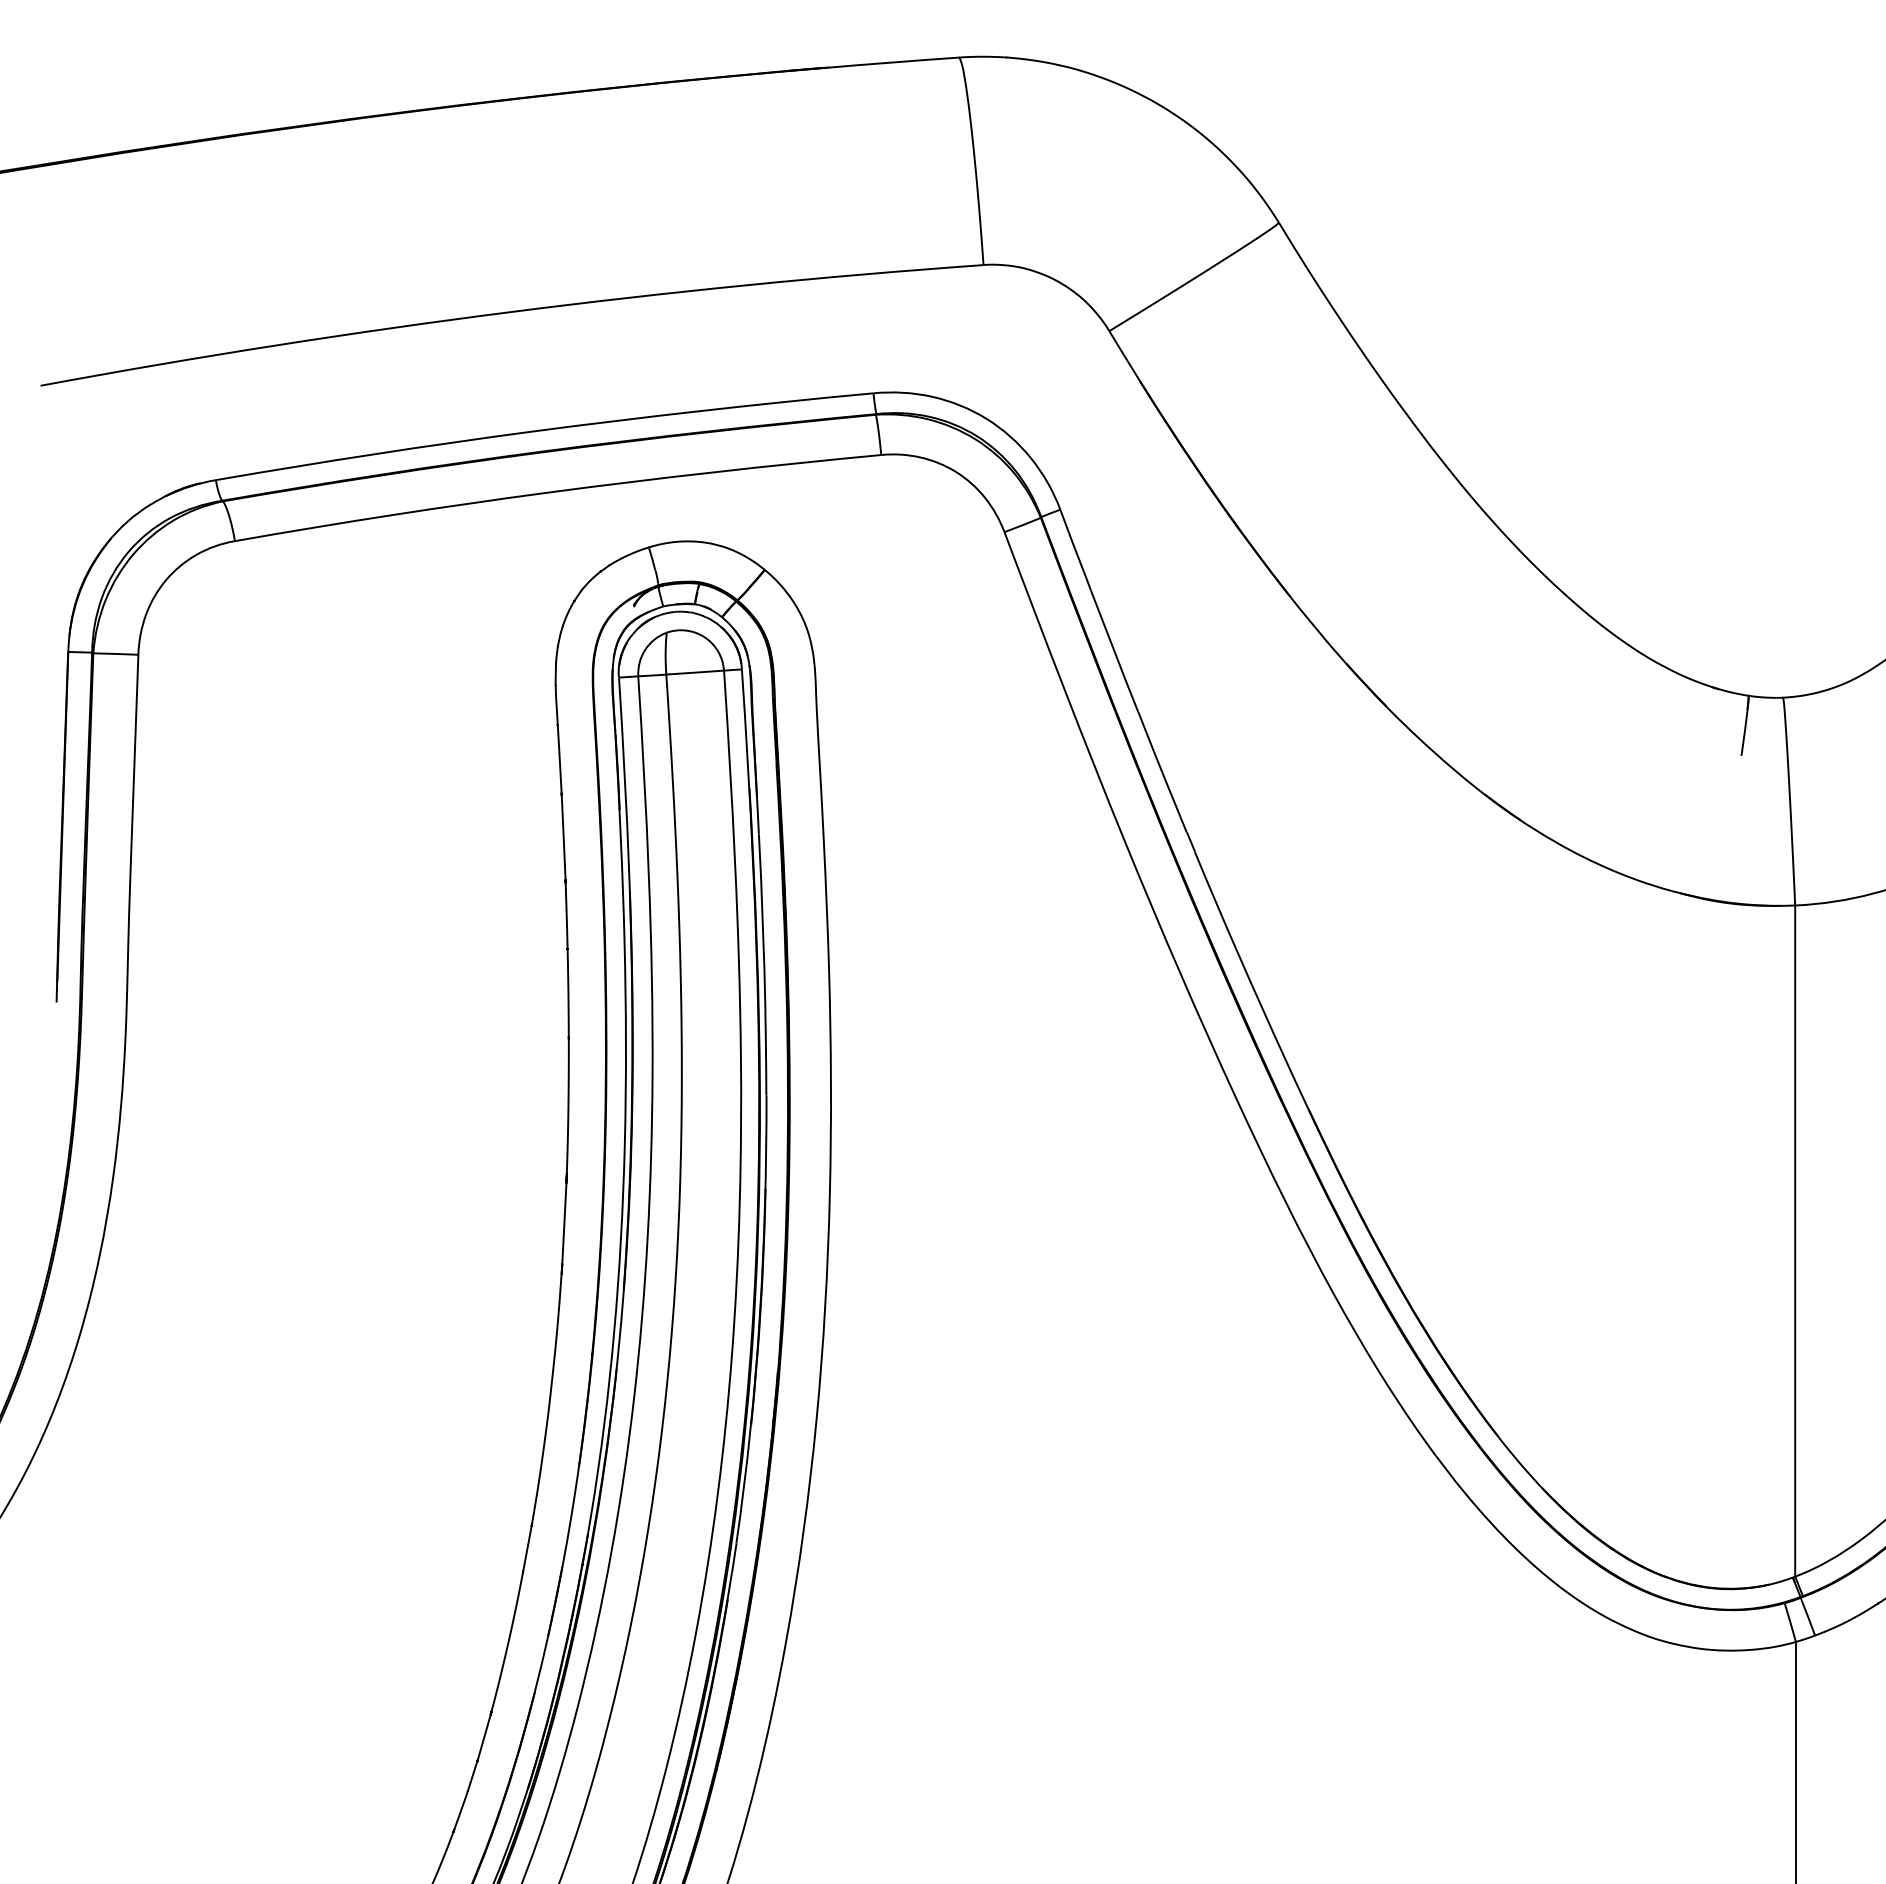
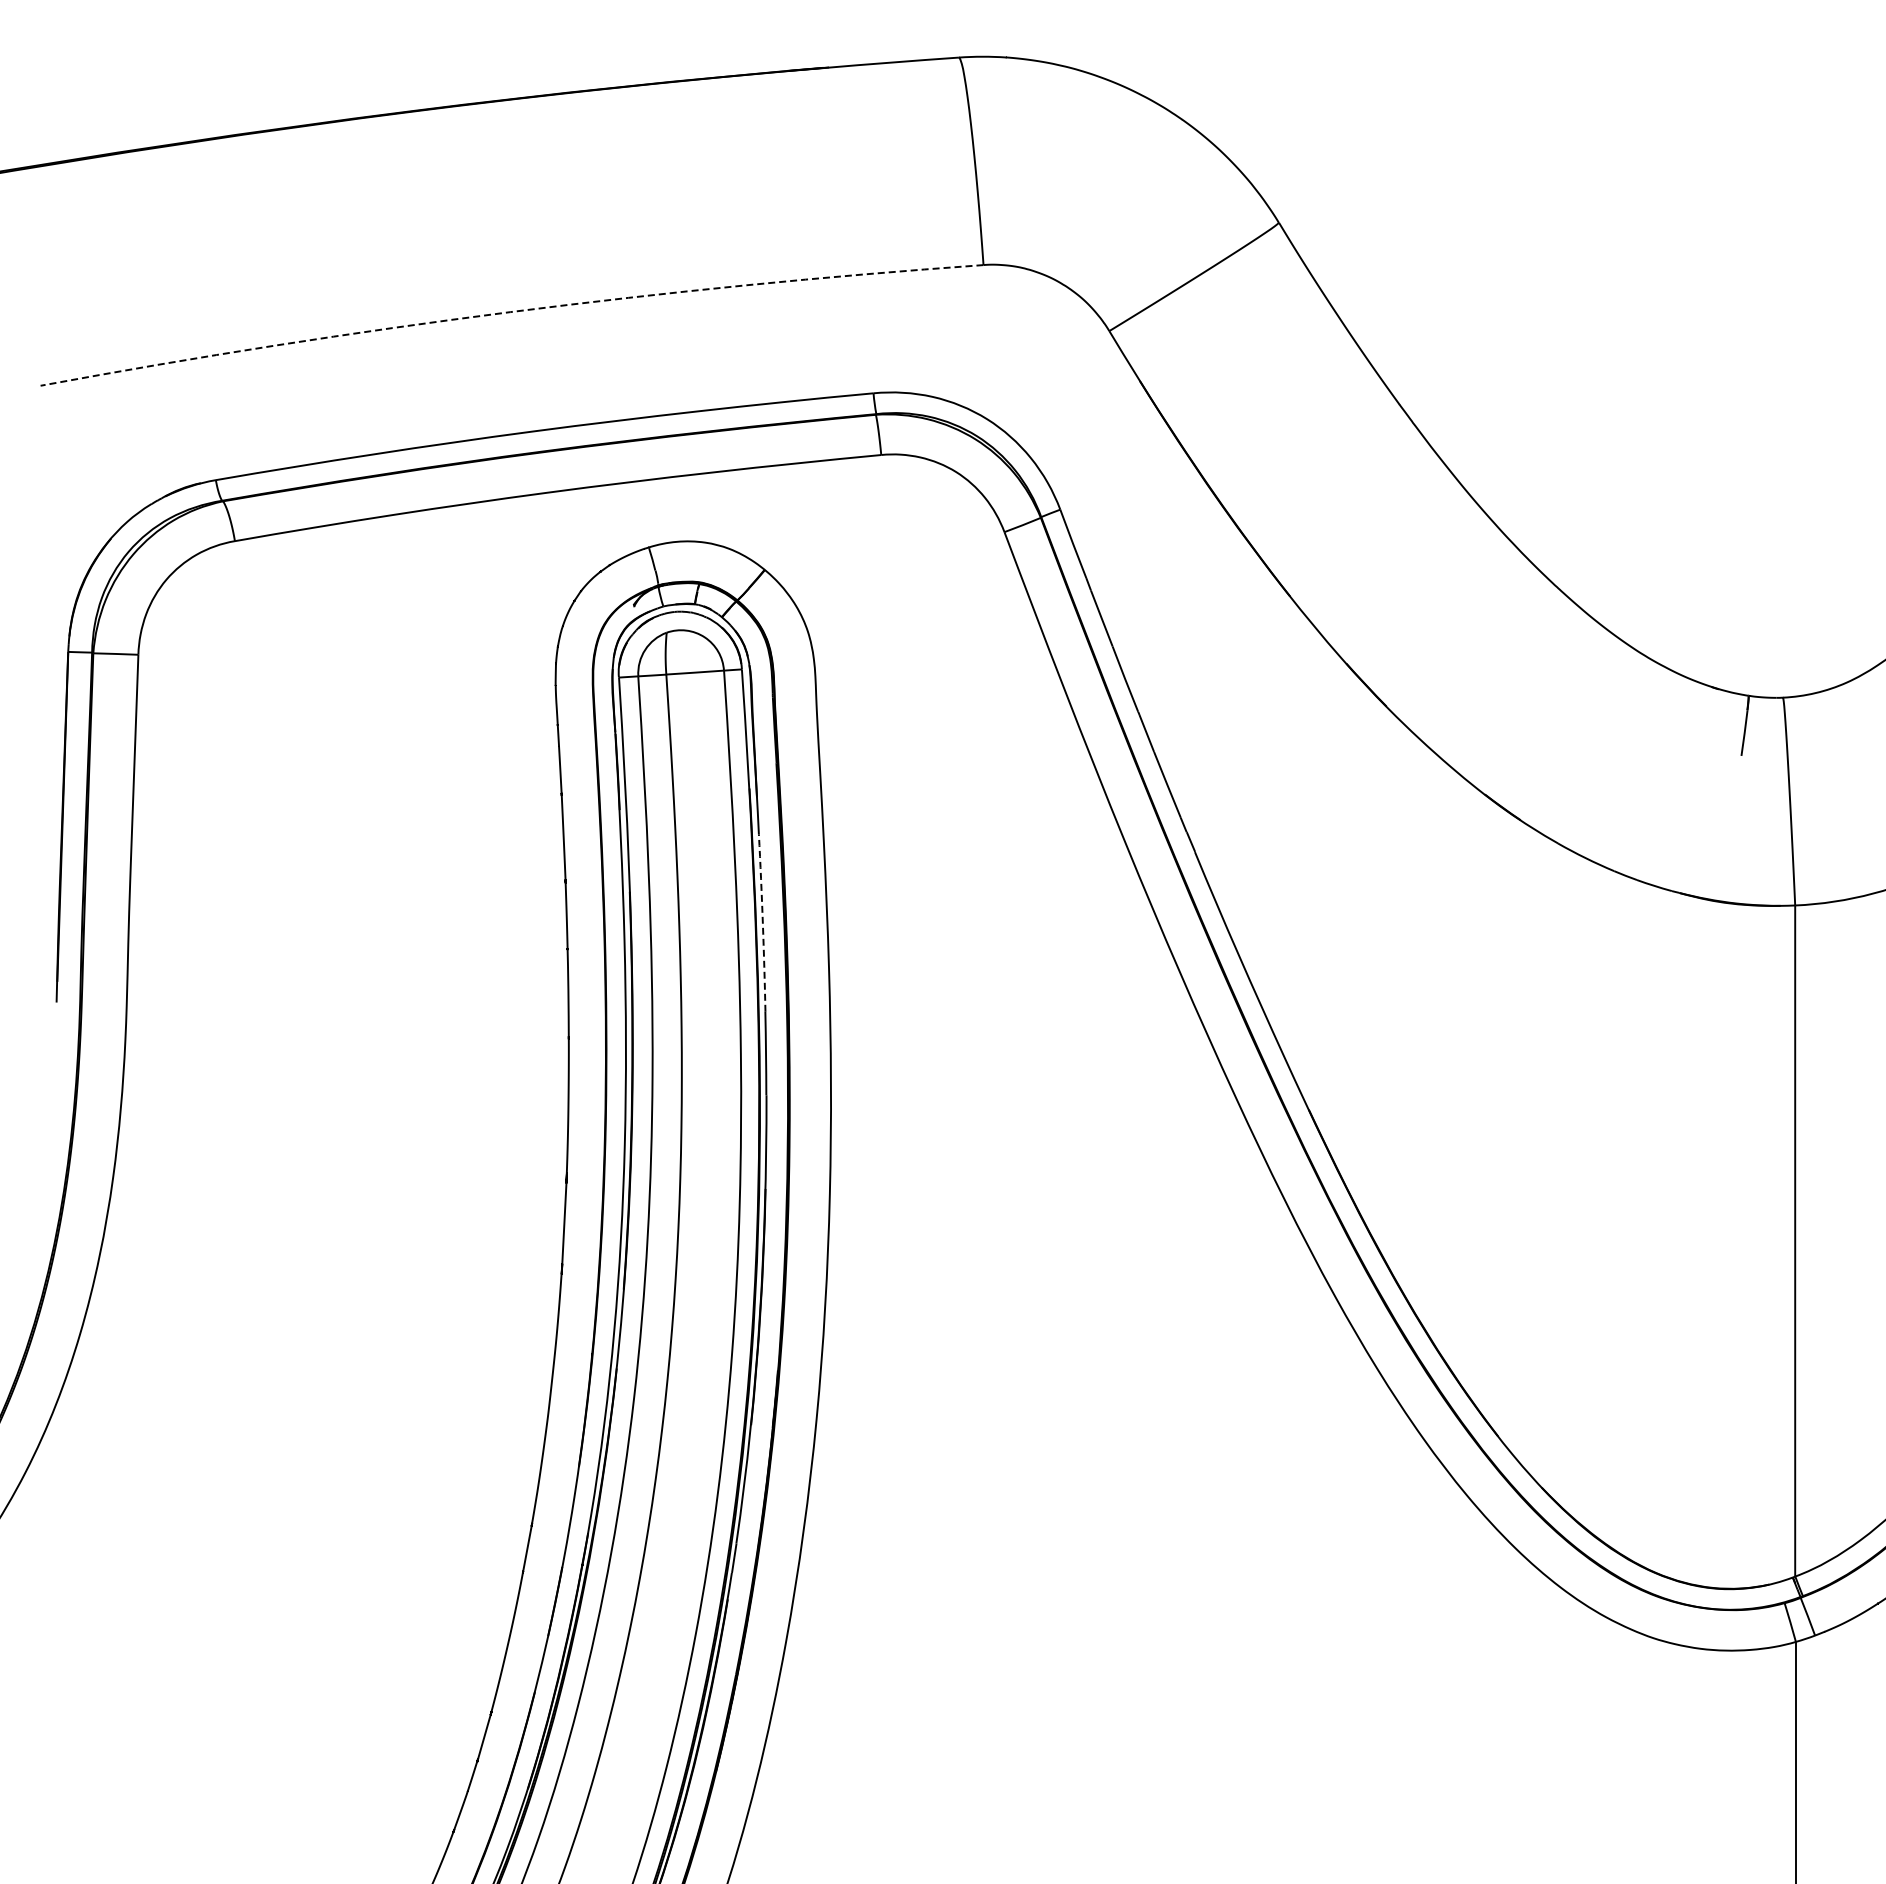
arc at (510, 312): solid -> dashed
arc at (762, 923): solid -> dashed
